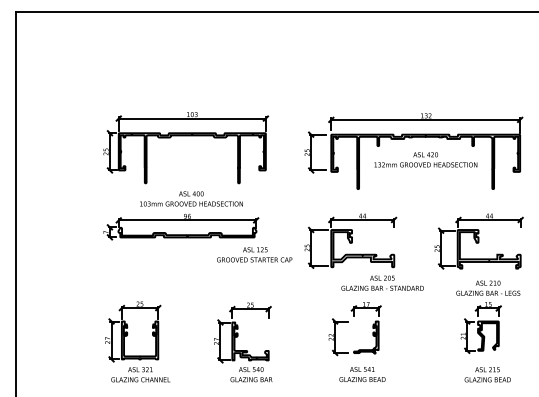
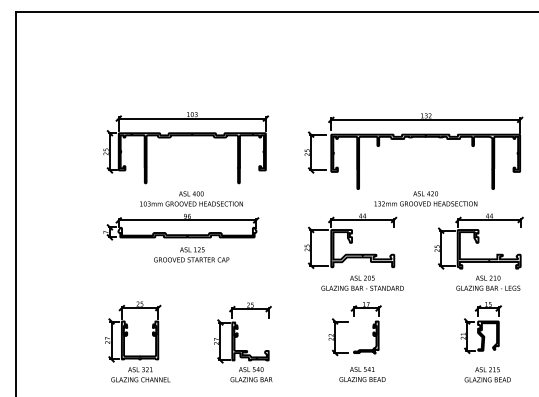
text at (425, 159) position: (425, 159) -> (425, 198)
text at (254, 254) position: (254, 254) -> (191, 254)
text at (382, 282) position: (382, 282) -> (362, 282)
text at (488, 287) position: (488, 287) -> (488, 282)
